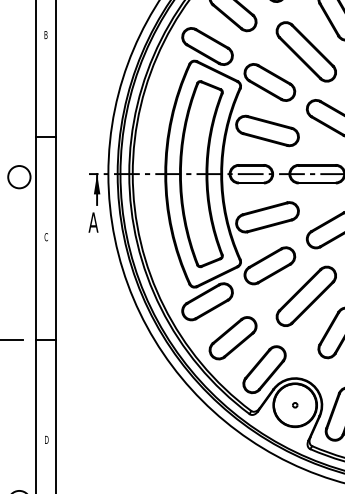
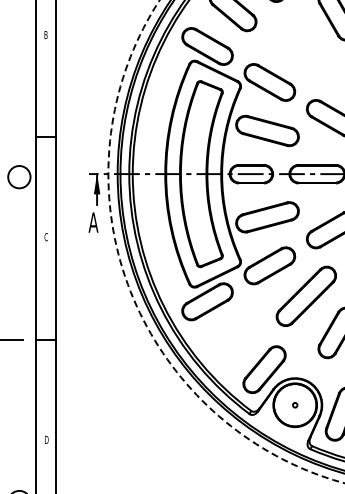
part at (305, 51): present -> none
circle at (226, 241): solid -> dashed
part at (232, 338): present -> none
